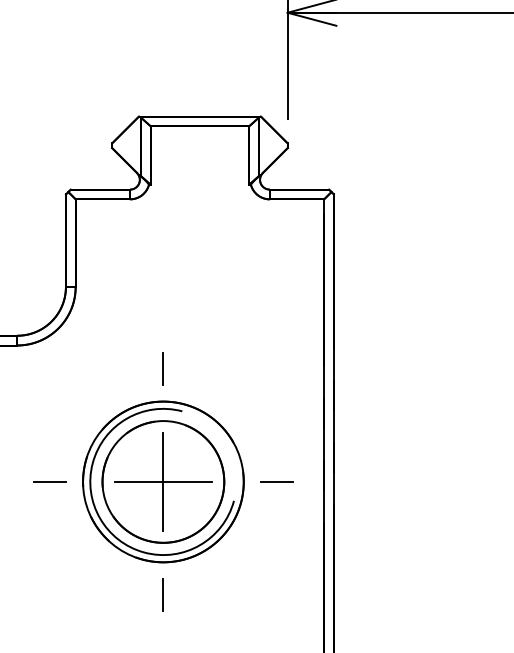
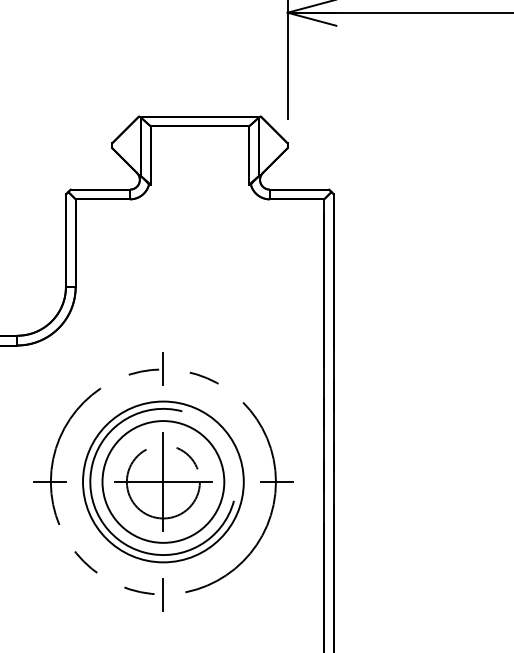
circle at (163, 481) diameter: 122 px -> 73 px
circle at (163, 481) diameter: 161 px -> 225 px
